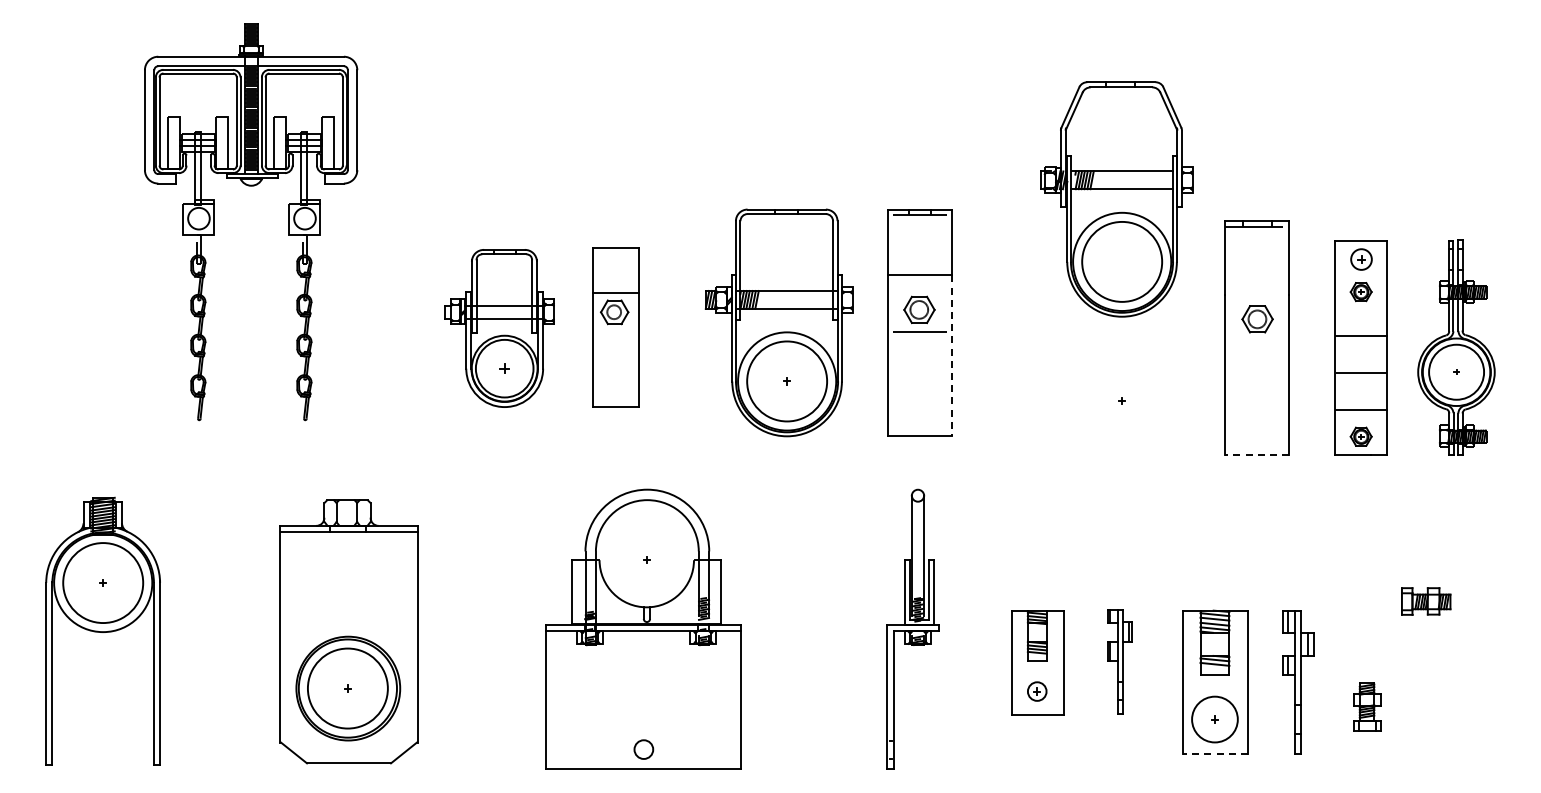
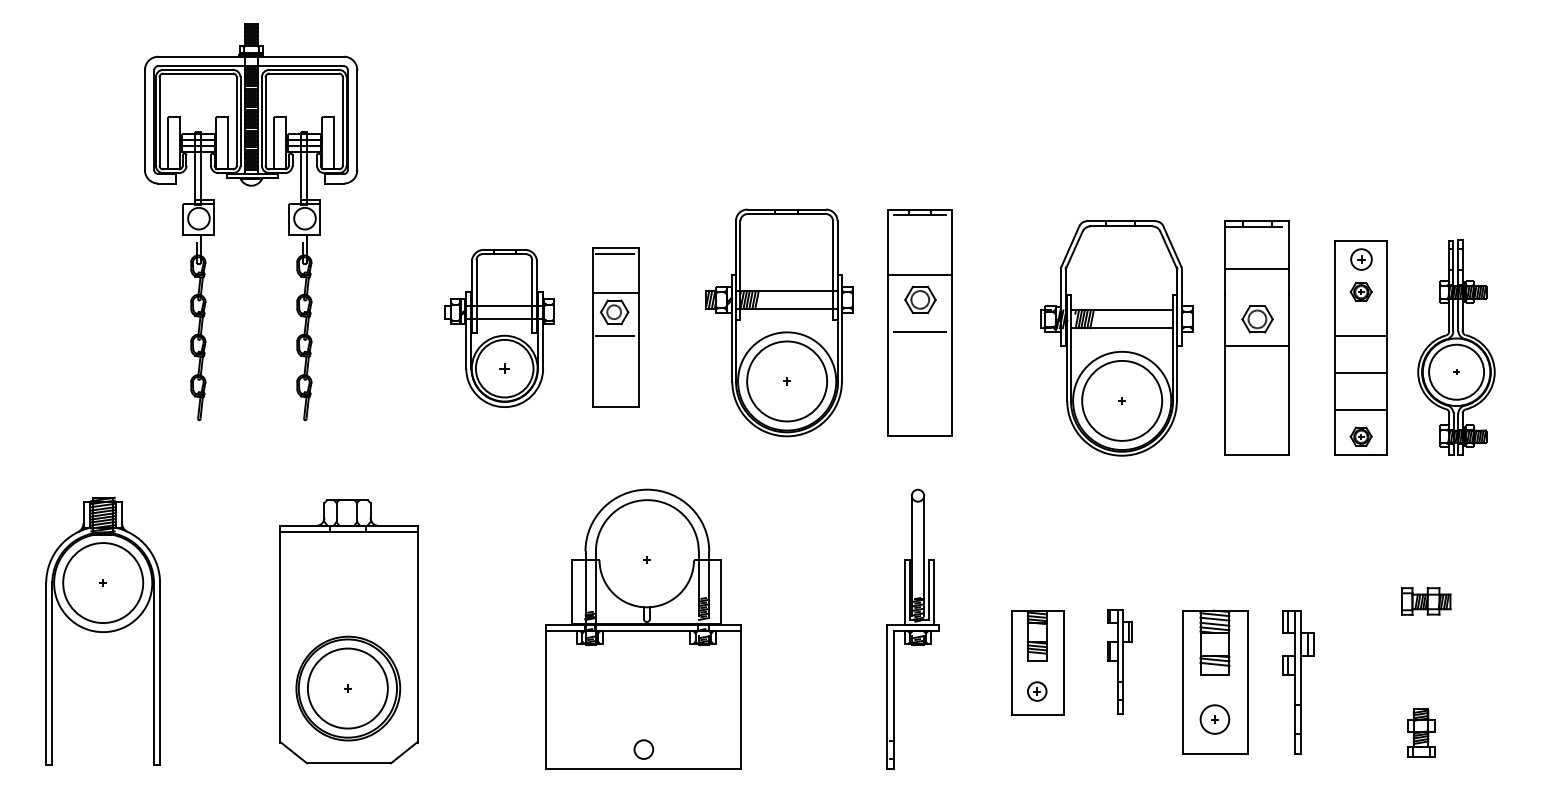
part at (1116, 199) position: (1116, 199) -> (1116, 338)
line at (615, 253): none -> present
line at (1256, 268): none -> present
part at (919, 309) position: (919, 309) -> (920, 299)
line at (615, 335): none -> present
line at (1256, 346): none -> present
line at (952, 356): dashed -> solid
line at (1256, 455): dashed -> solid
part at (1367, 706) position: (1367, 706) -> (1421, 732)
circle at (1214, 719) diameter: 46 px -> 29 px
line at (1215, 753): dashed -> solid
